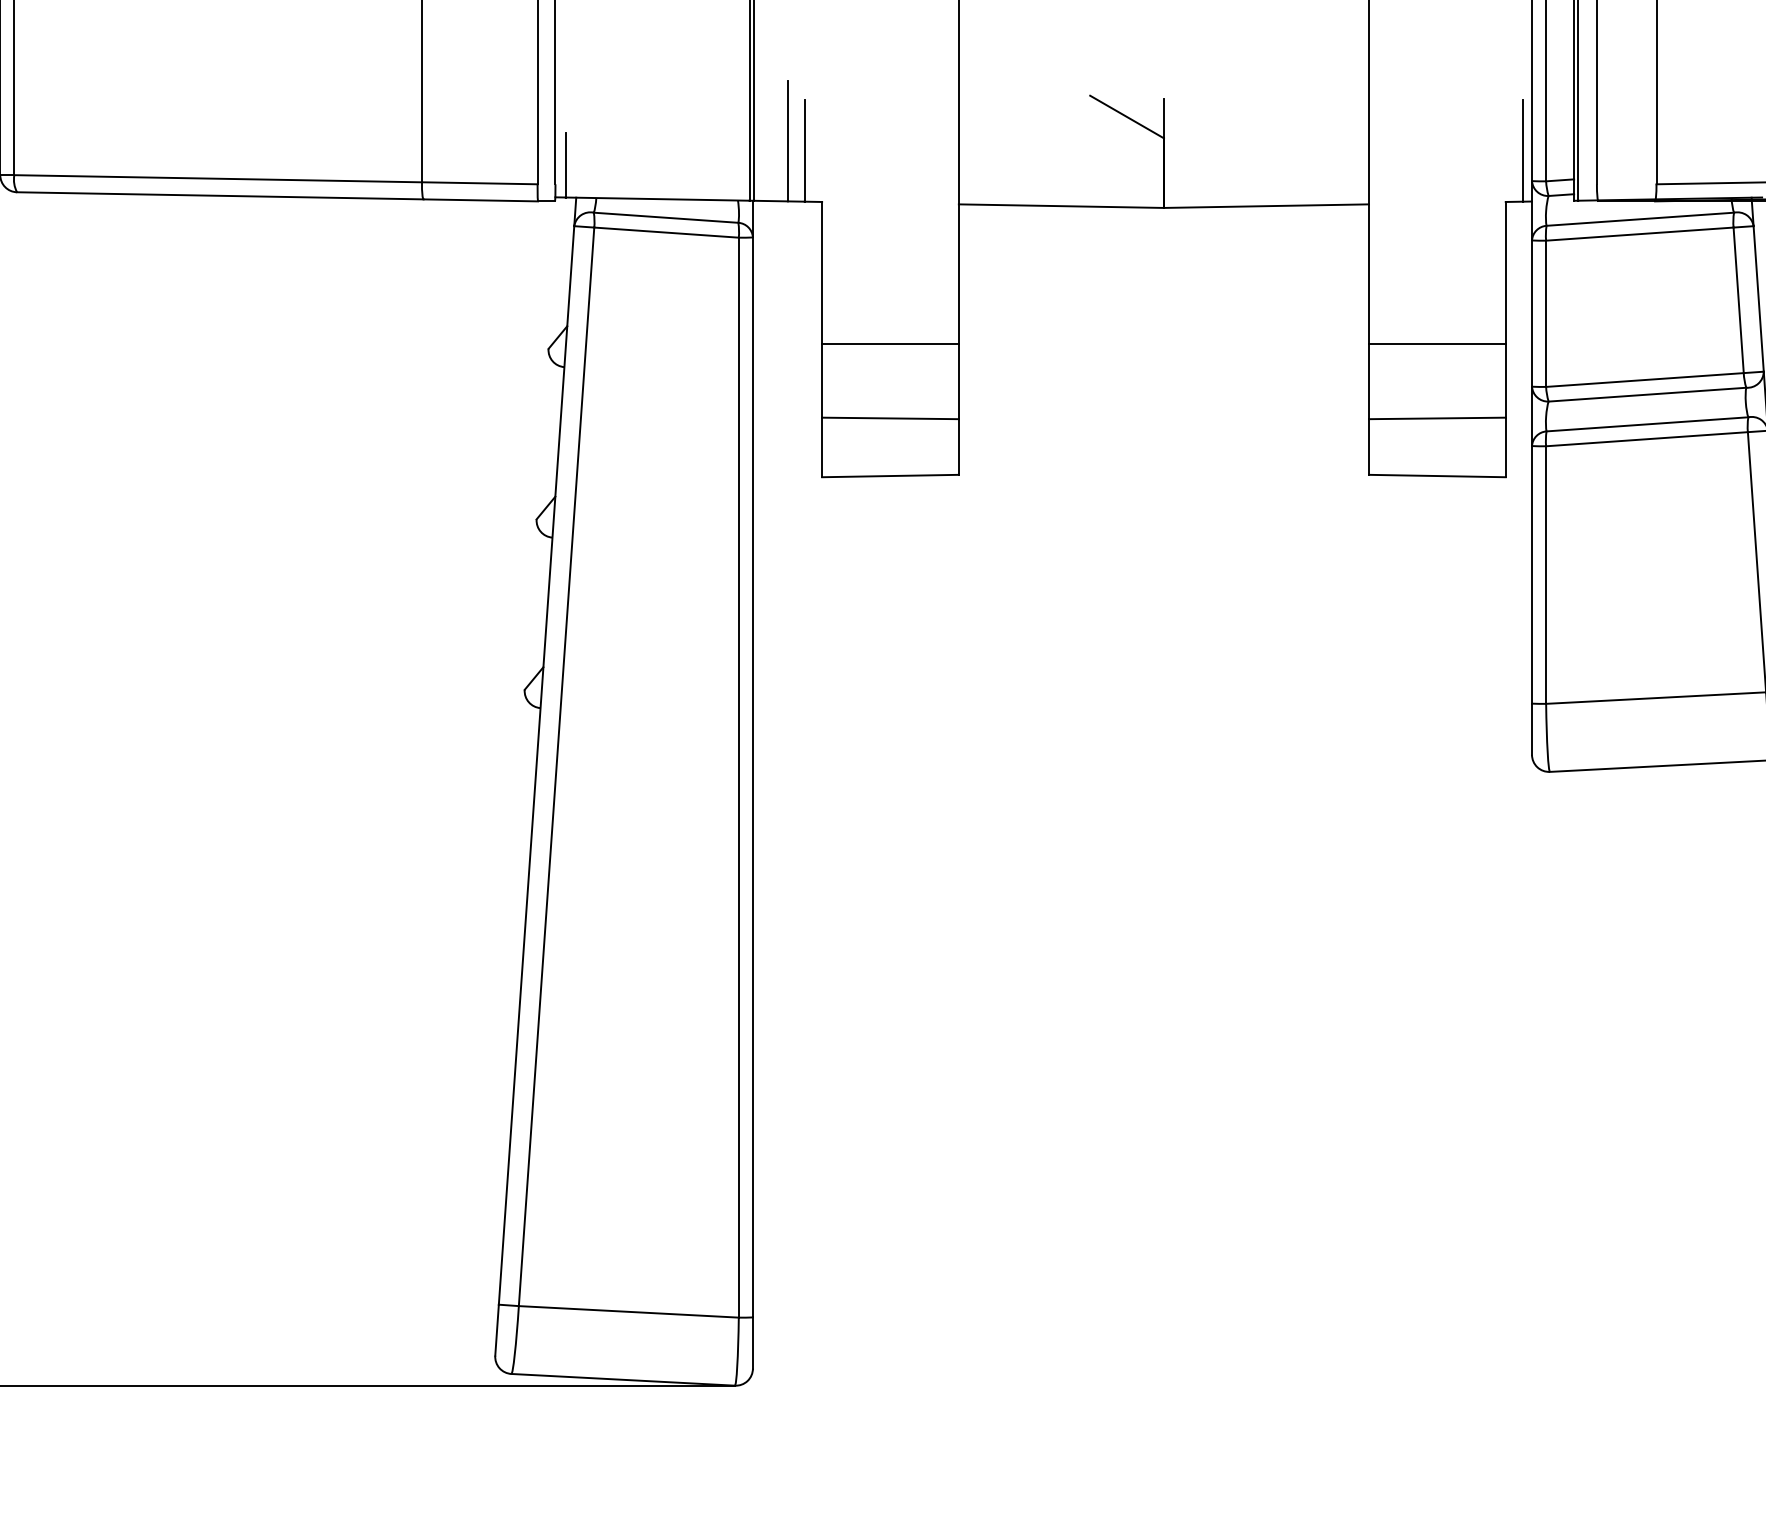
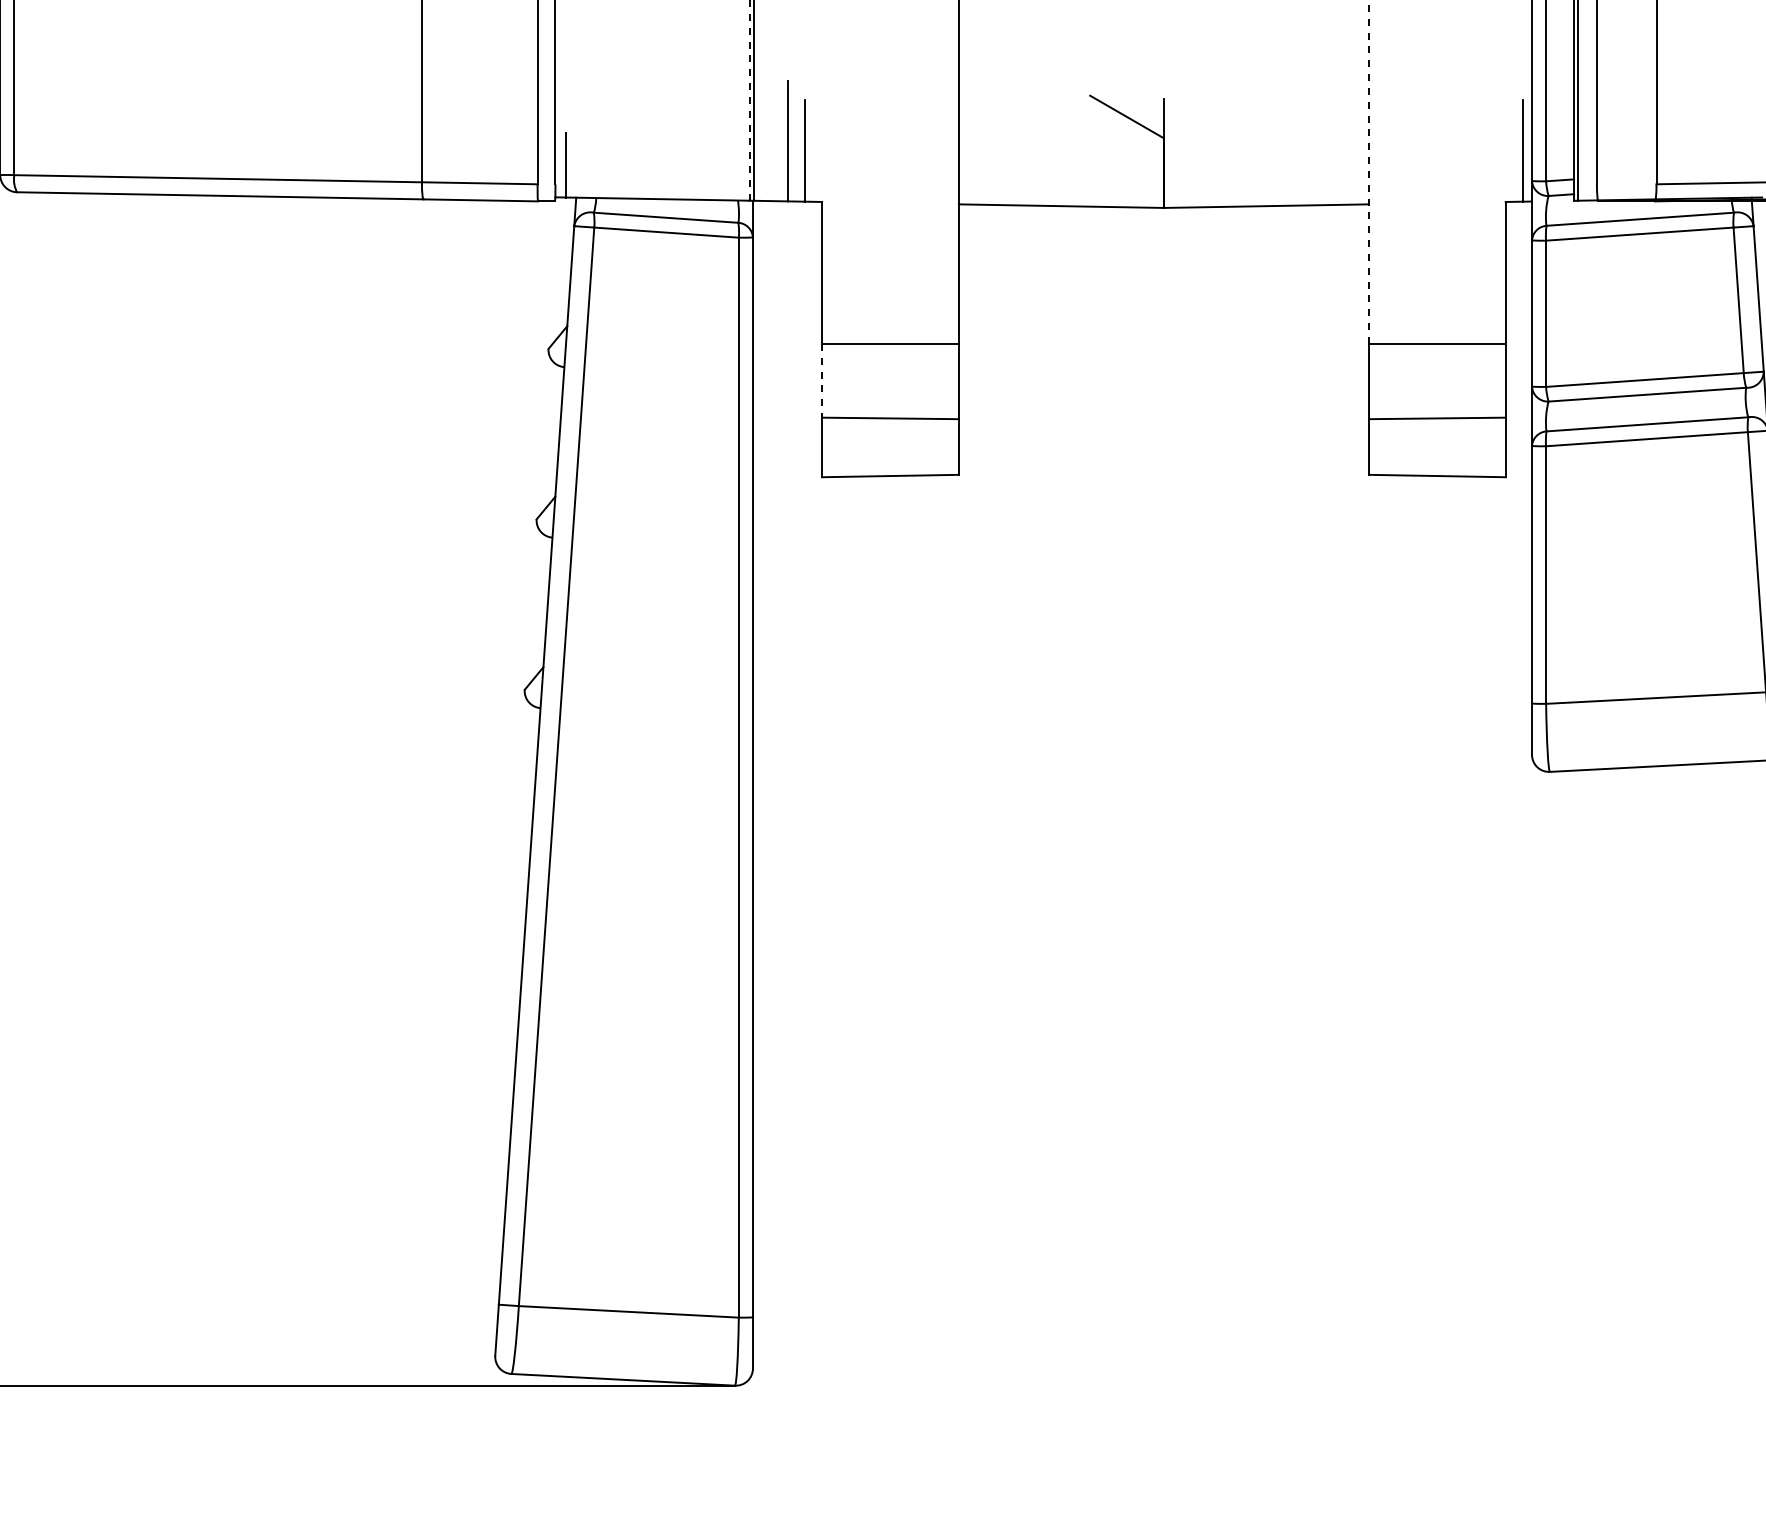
line at (749, 100): solid -> dashed
line at (1369, 172): solid -> dashed
line at (822, 380): solid -> dashed
